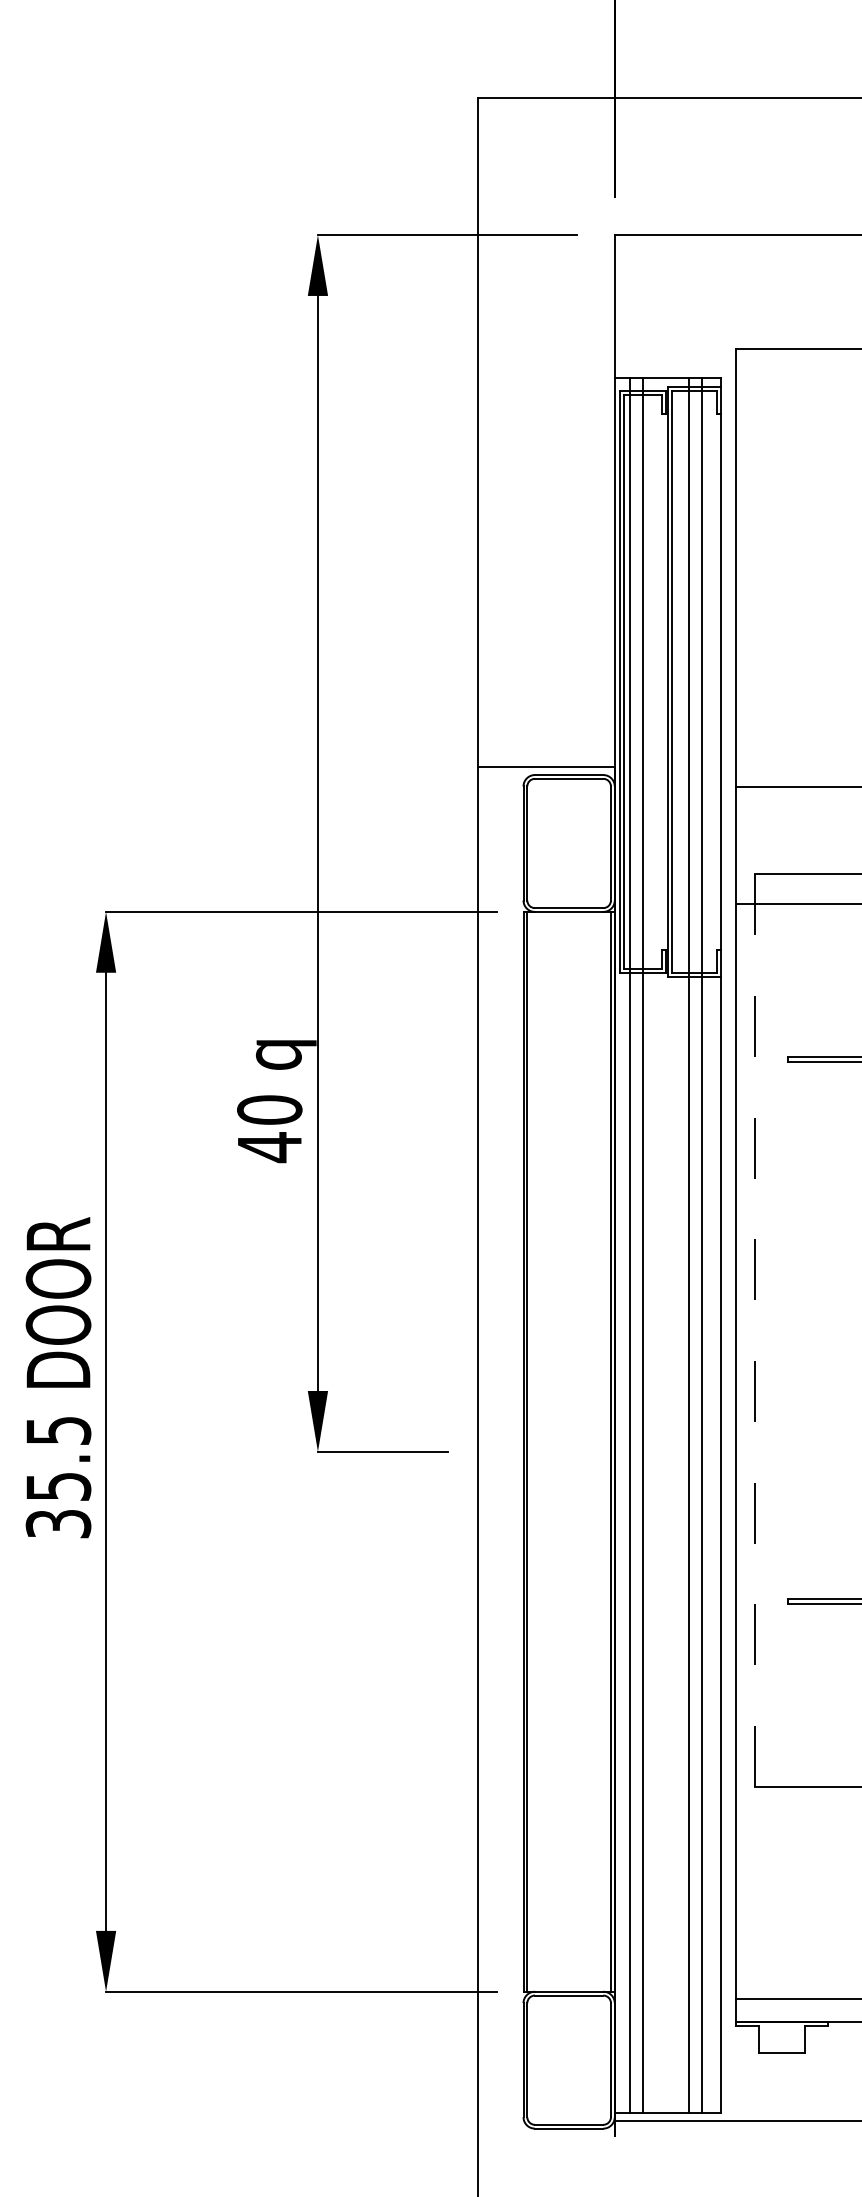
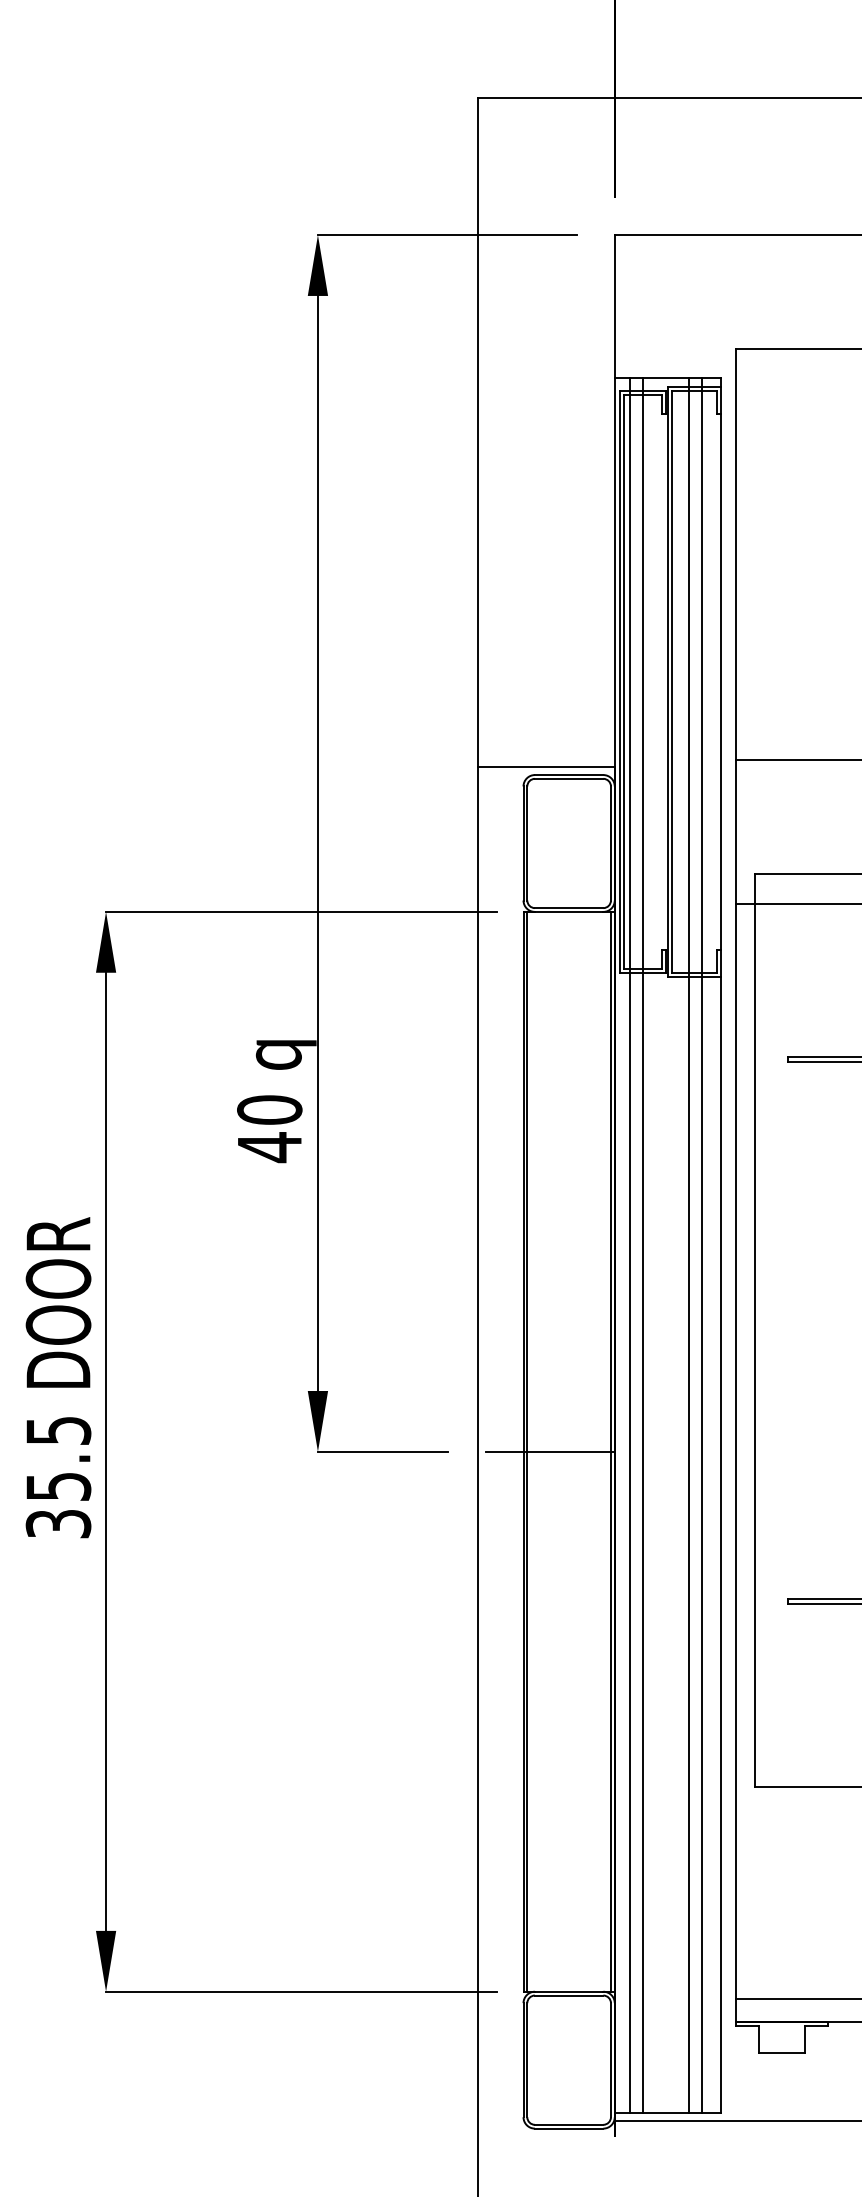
line at (797, 786) position: (797, 786) -> (797, 759)
line at (755, 1331): dashed -> solid
line at (549, 1451): none -> present
